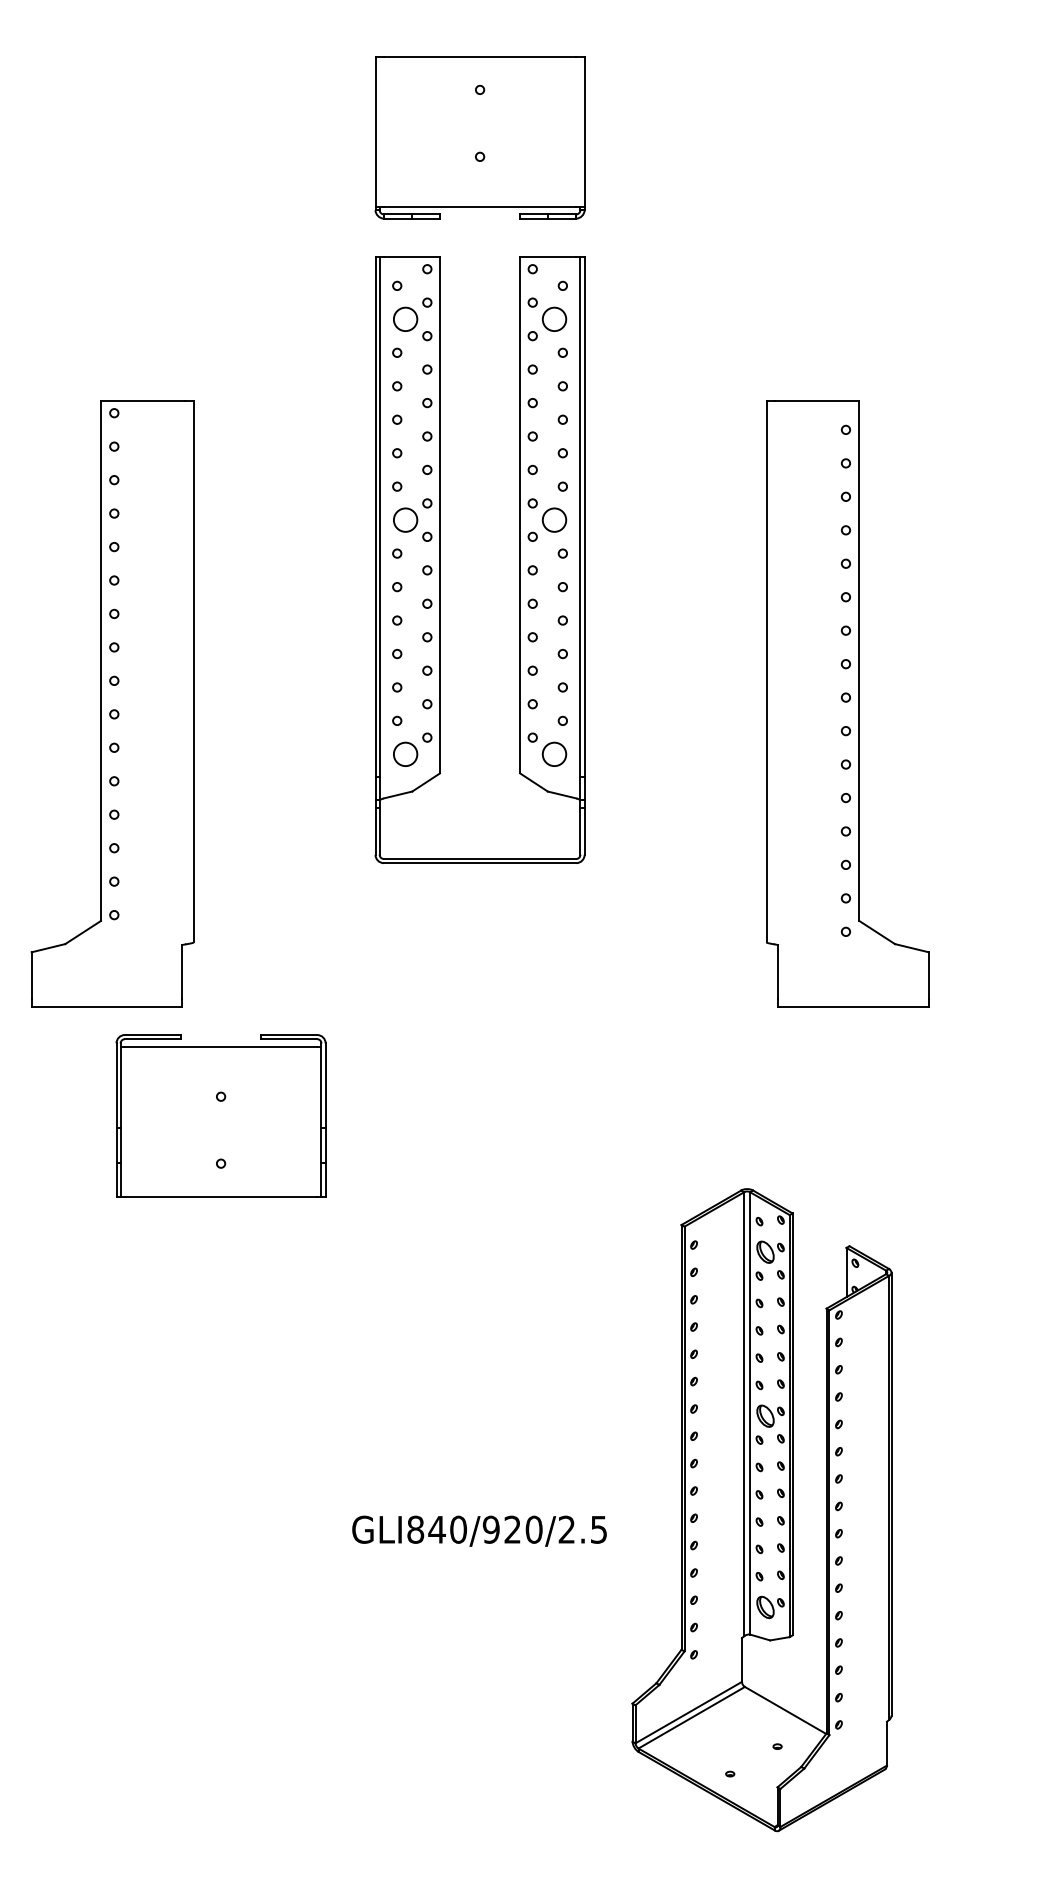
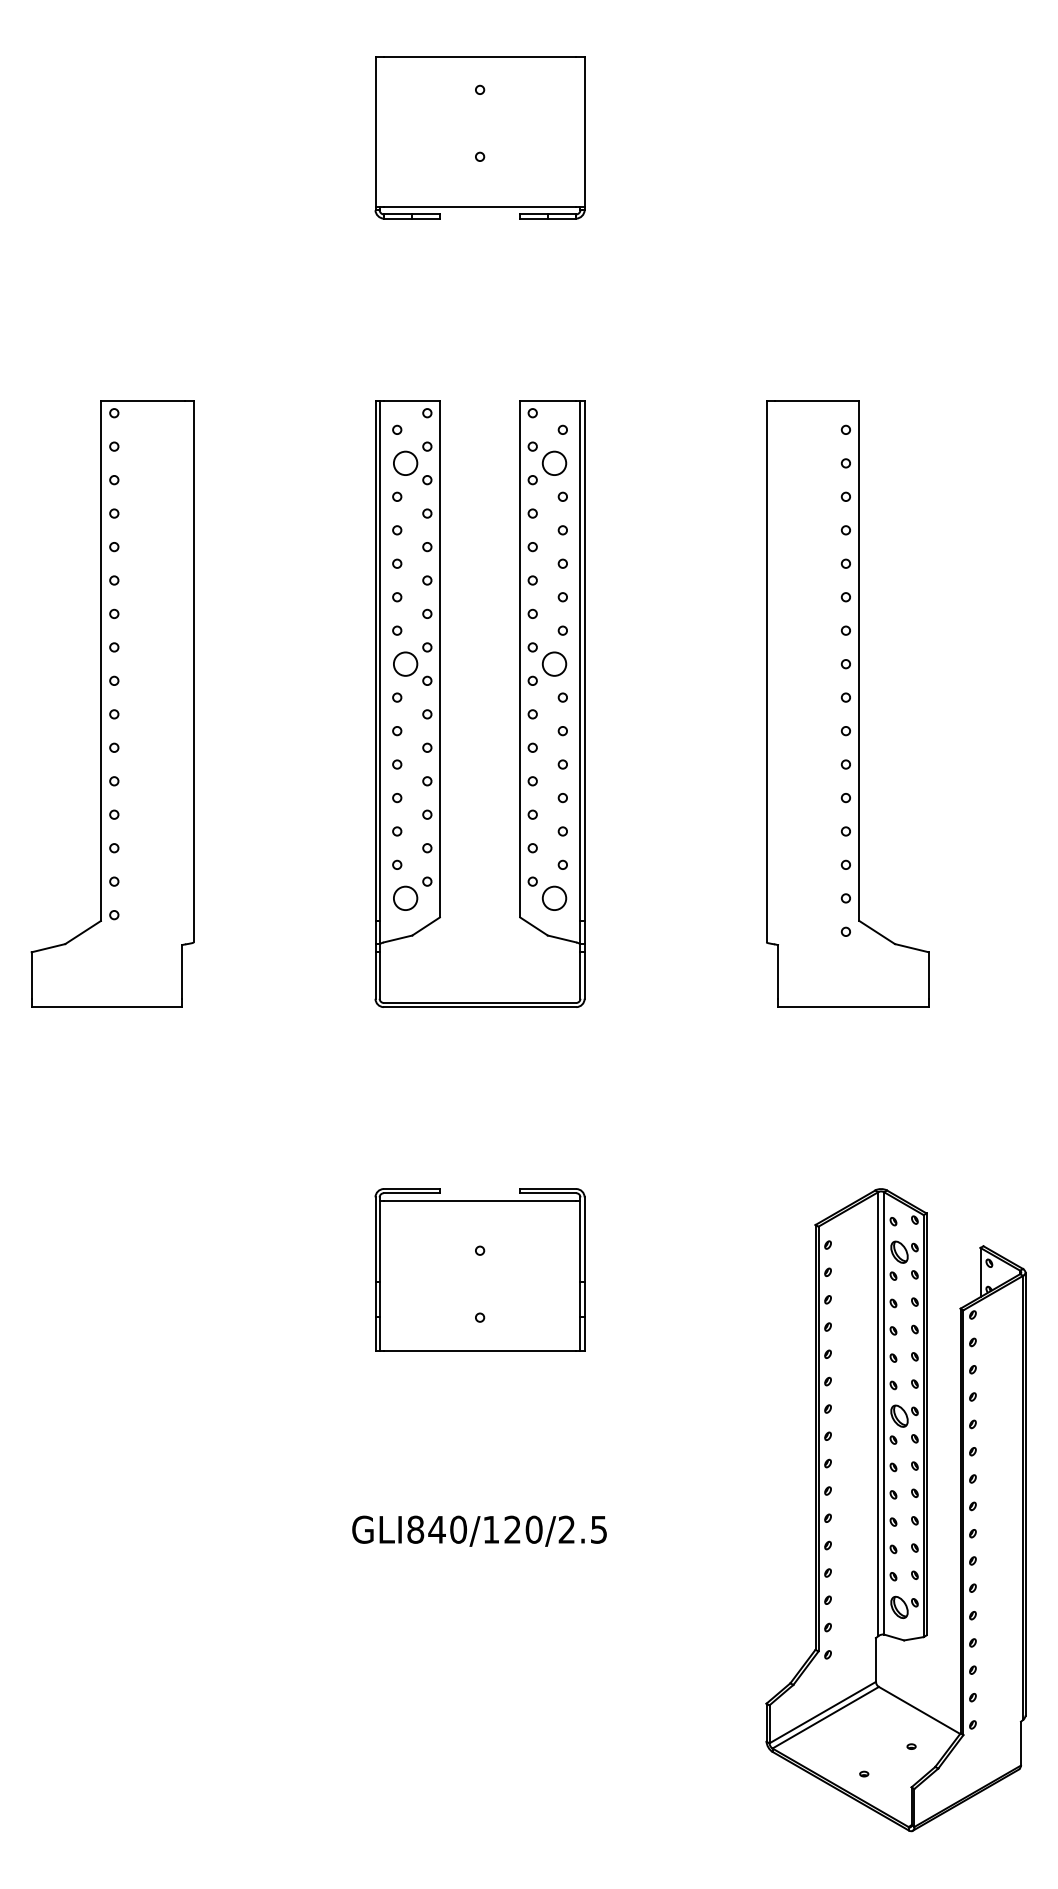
part at (440, 559) position: (440, 559) -> (440, 703)
part at (220, 1115) position: (220, 1115) -> (479, 1269)
part at (761, 1510) position: (761, 1510) -> (895, 1510)
text at (490, 1529): GLI840/920/2.5 -> GLI840/120/2.5
